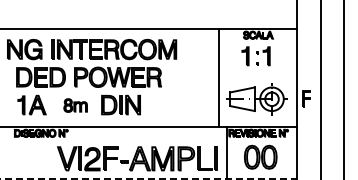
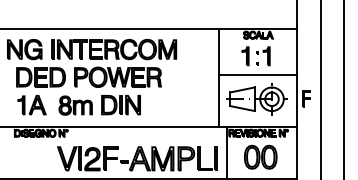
line at (257, 75): none -> present
part at (75, 105) size: 25x15 px -> 35x21 px
line at (149, 178): dashed -> solid
